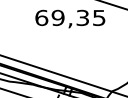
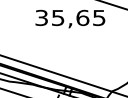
text at (62, 17): 69,35 -> 35,65
